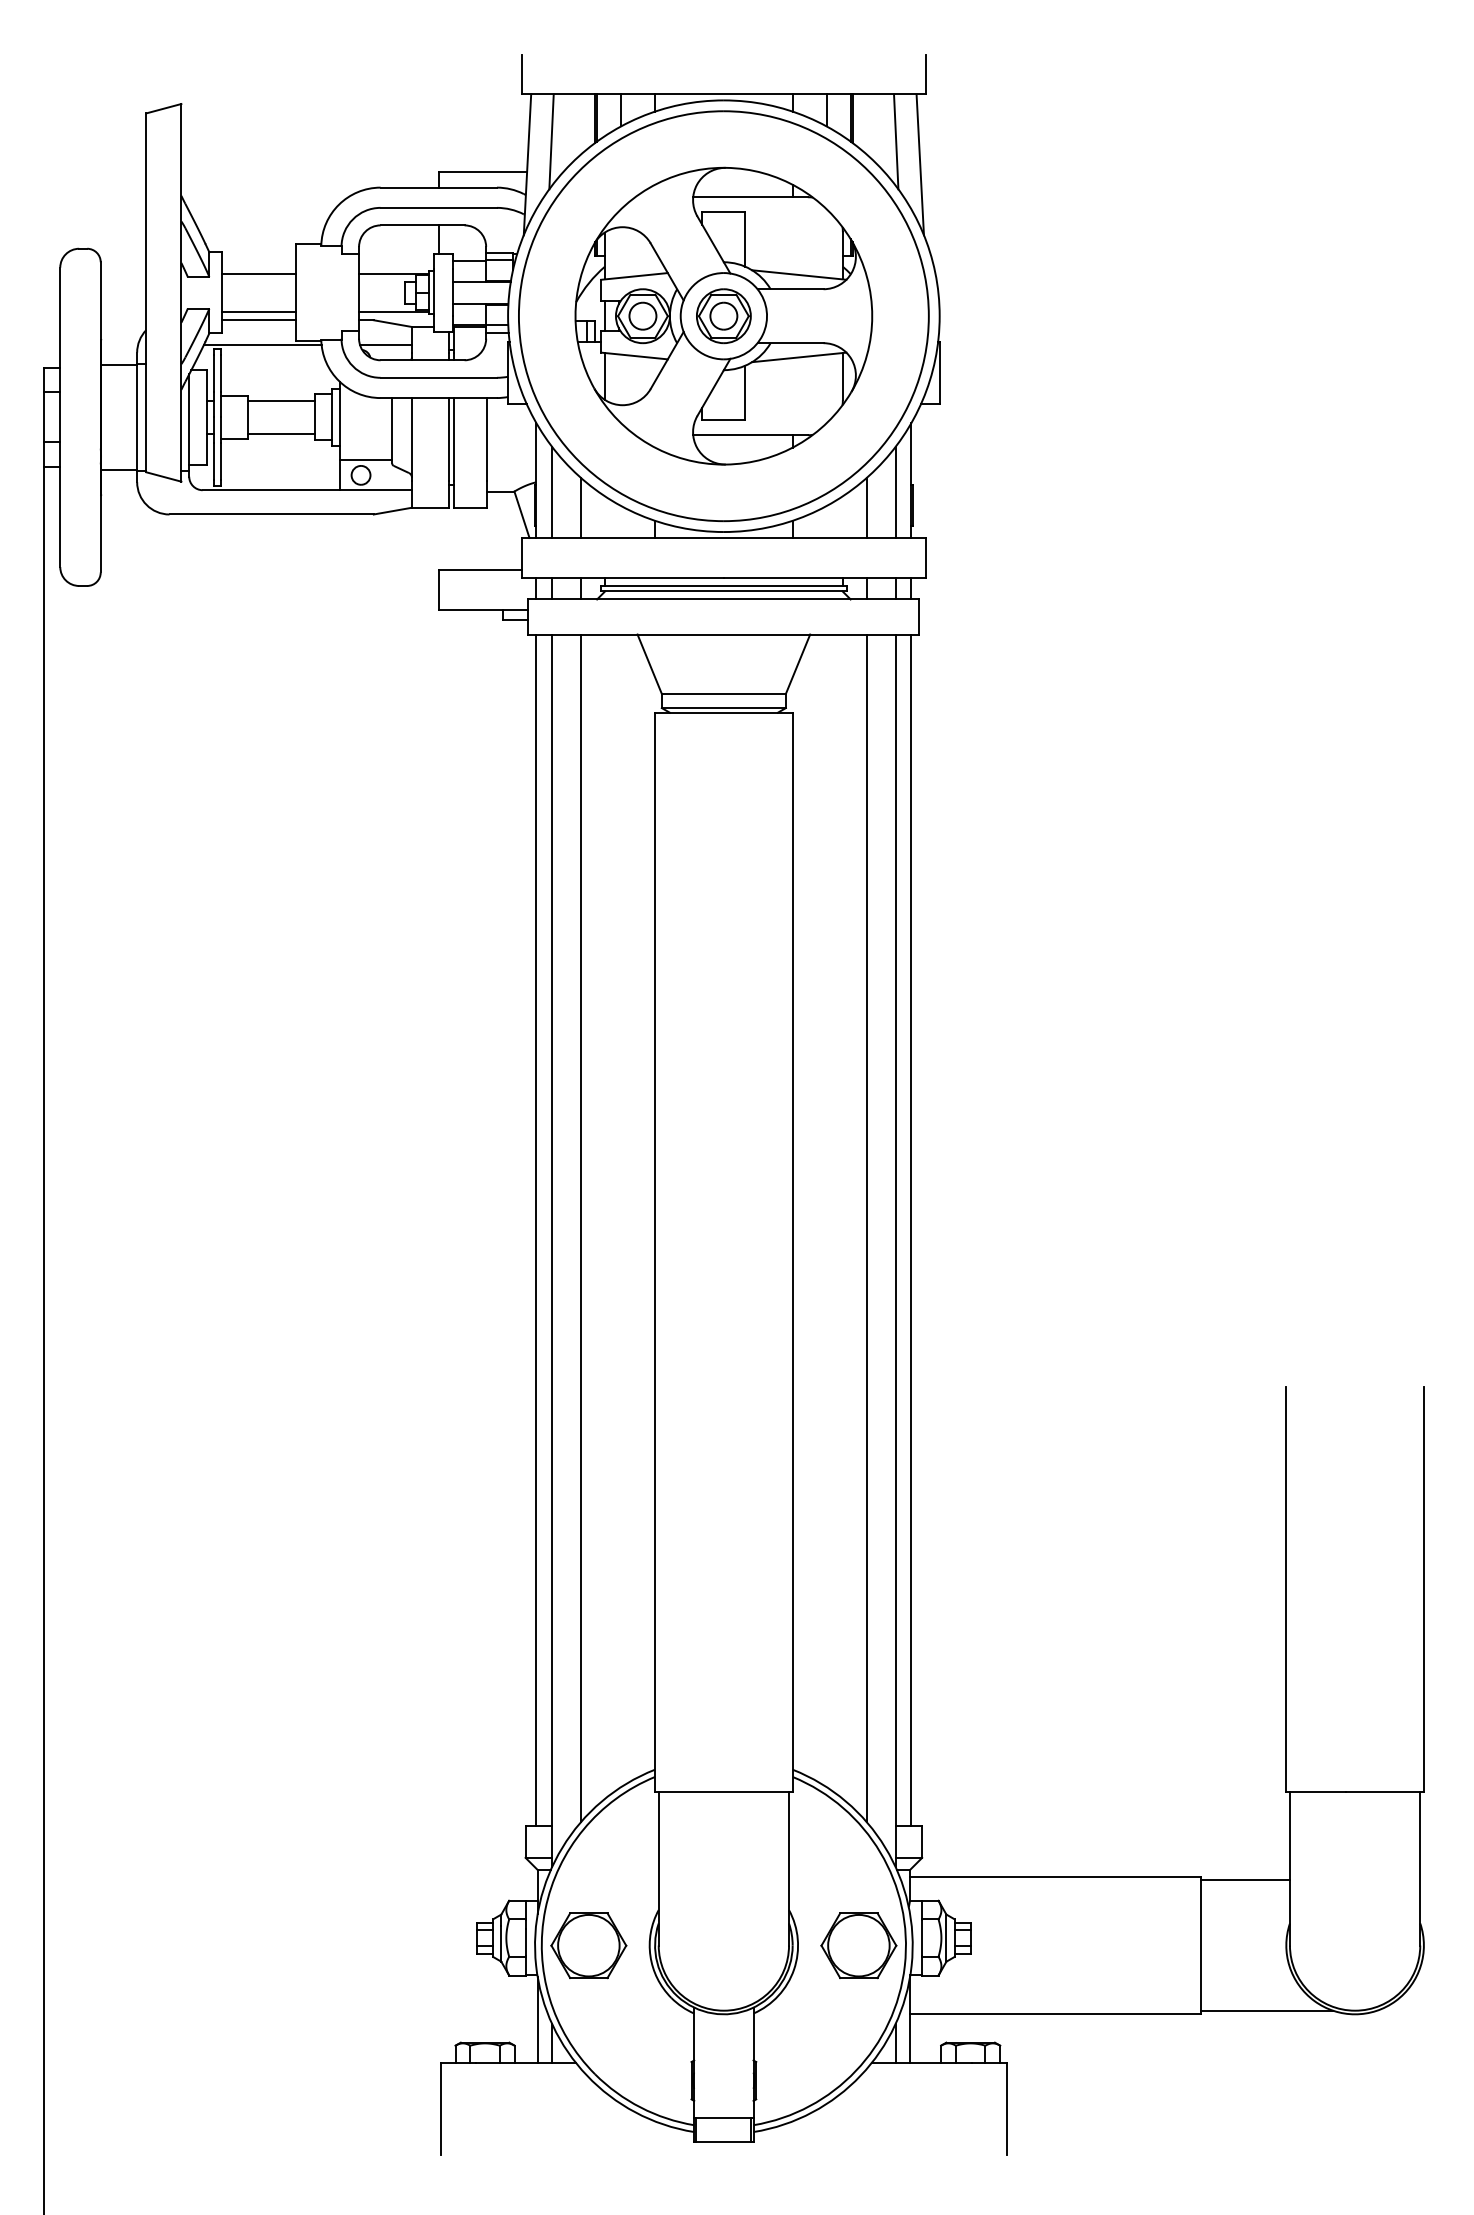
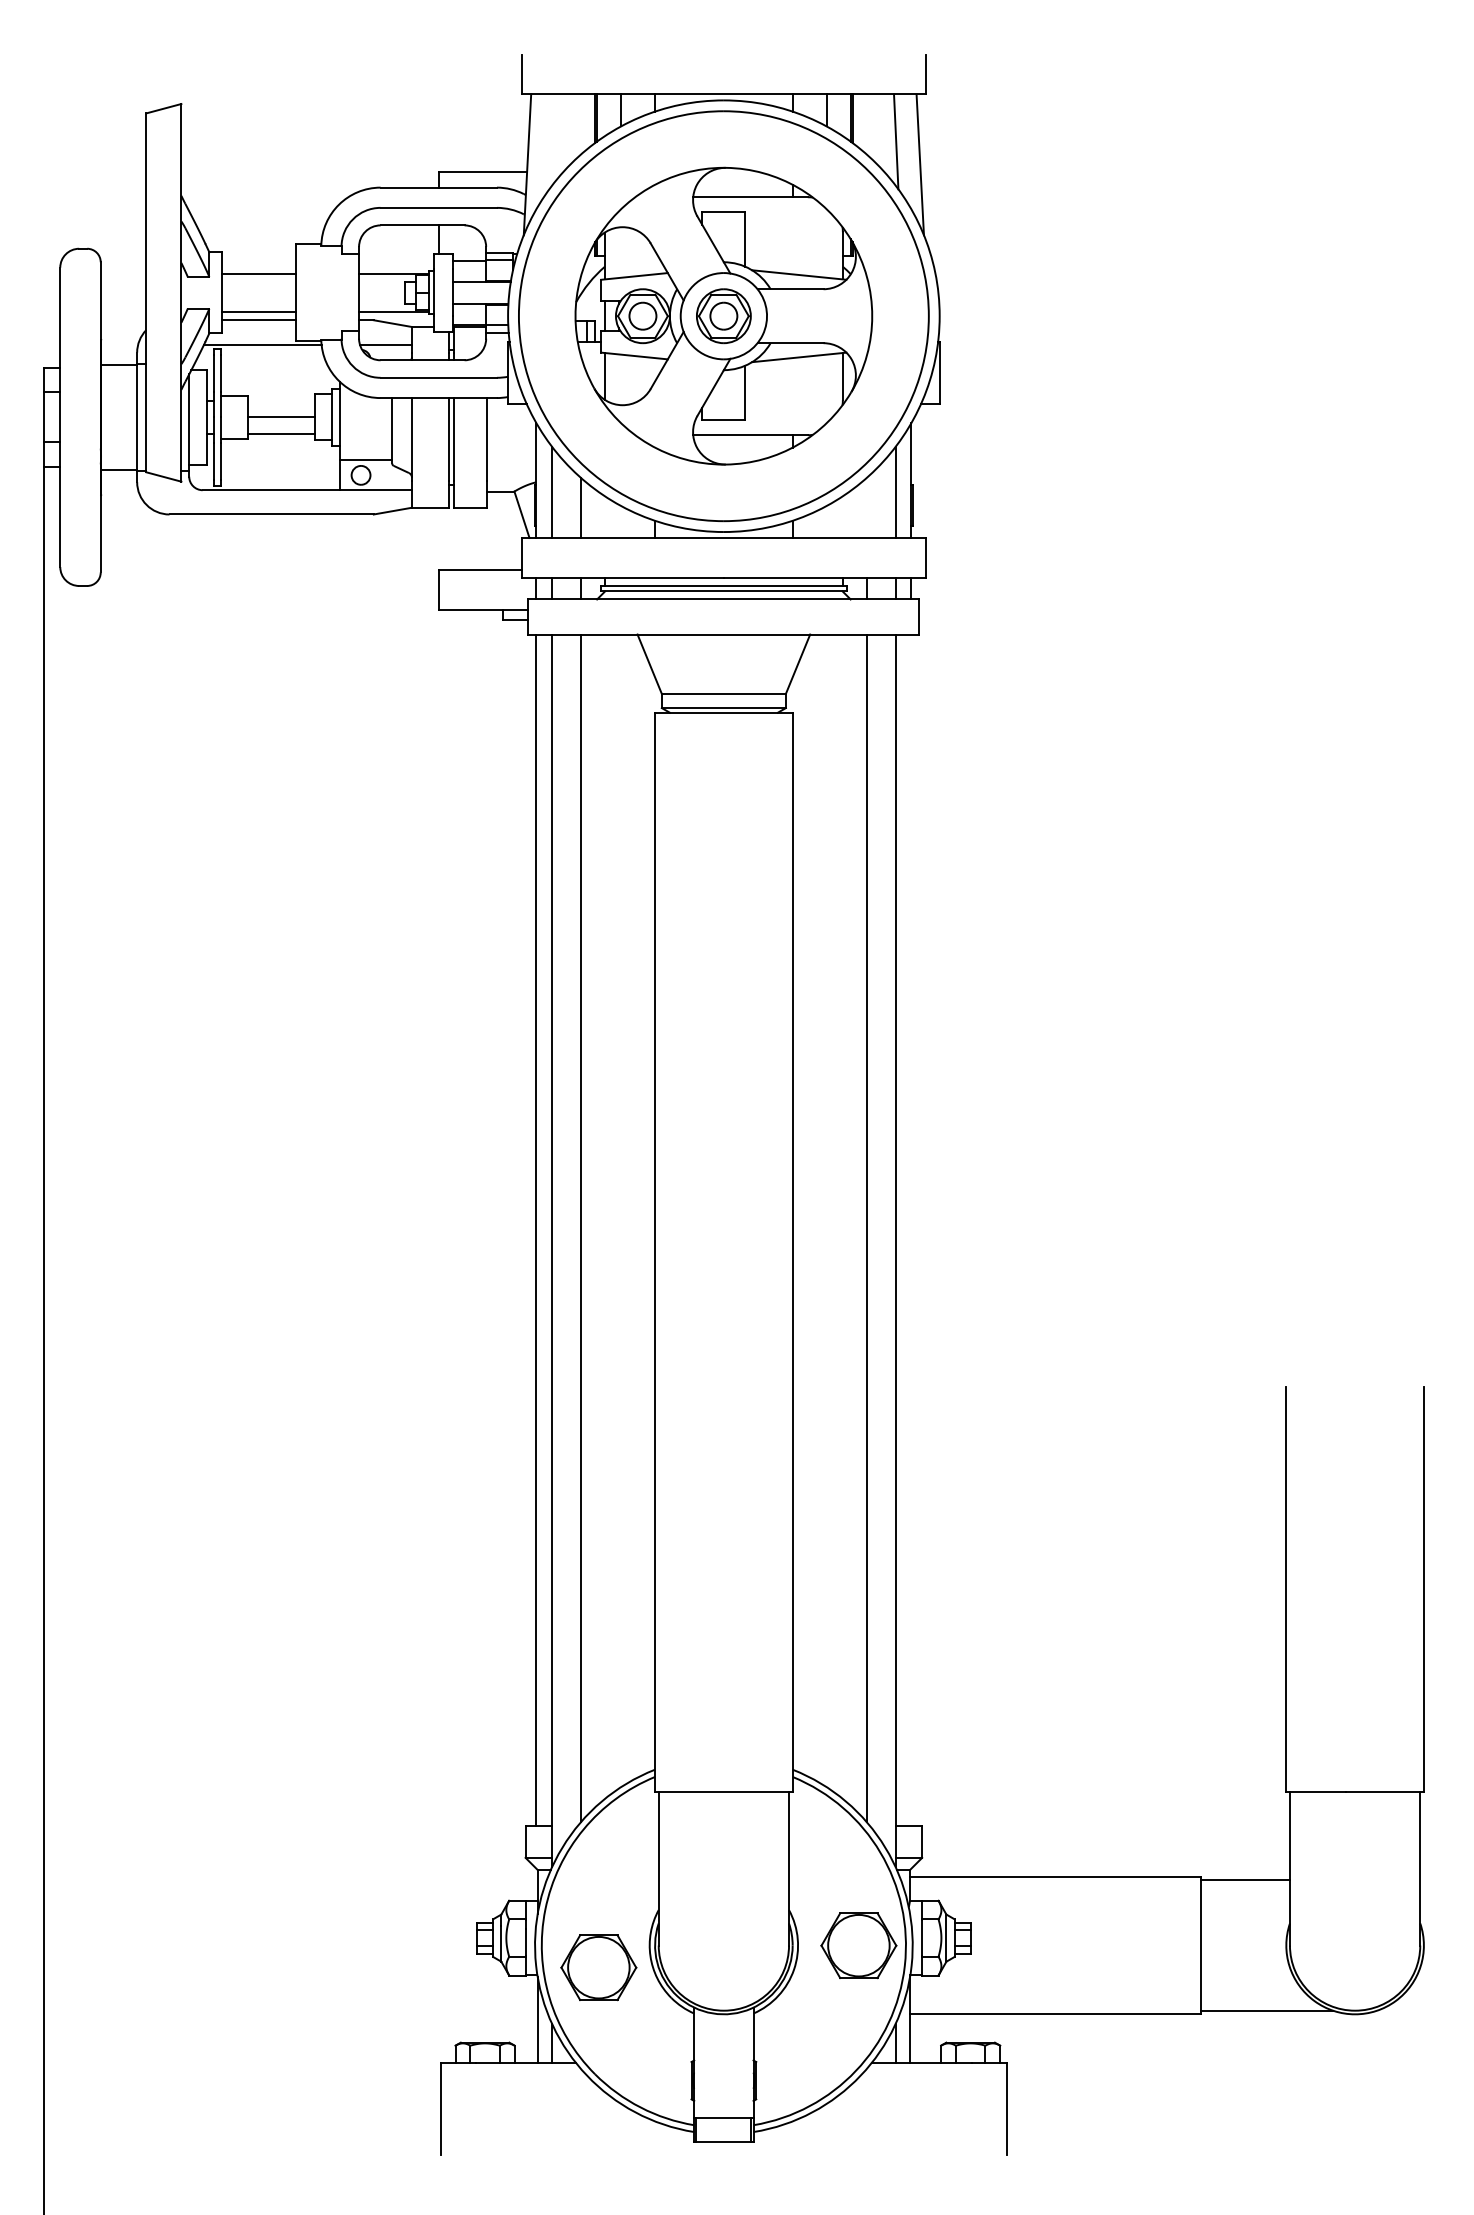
line at (551, 141): present -> none
line at (281, 401) position: (281, 401) -> (281, 417)
line at (866, 507): present -> none
line at (911, 1229): present -> none
part at (588, 1945) position: (588, 1945) -> (598, 1967)
